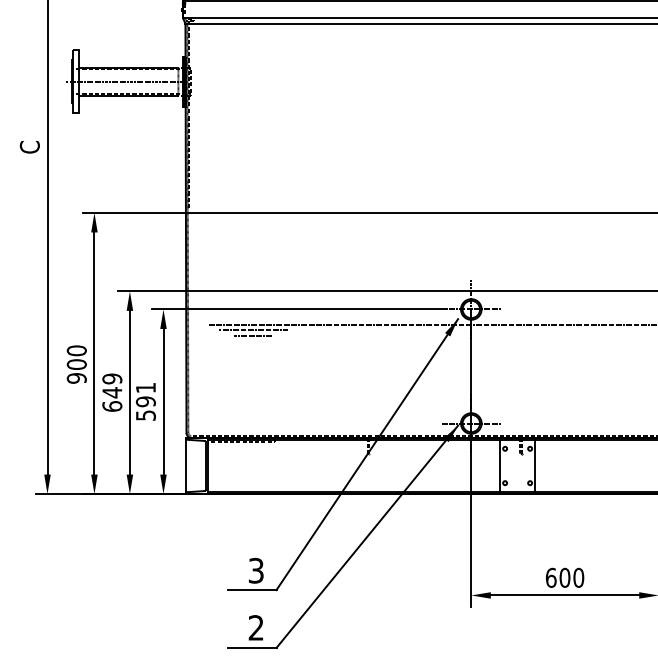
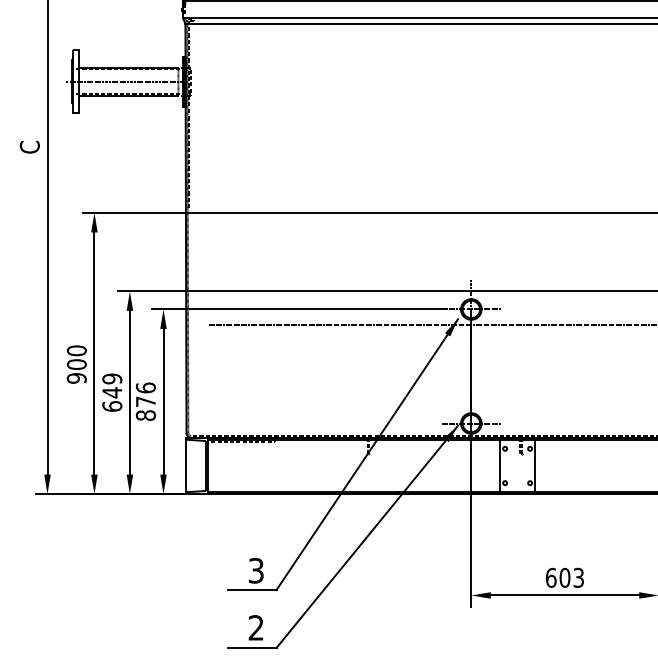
line at (253, 330): present -> none
line at (253, 335): present -> none
text at (145, 401): 591 -> 876
text at (578, 577): 600 -> 603
